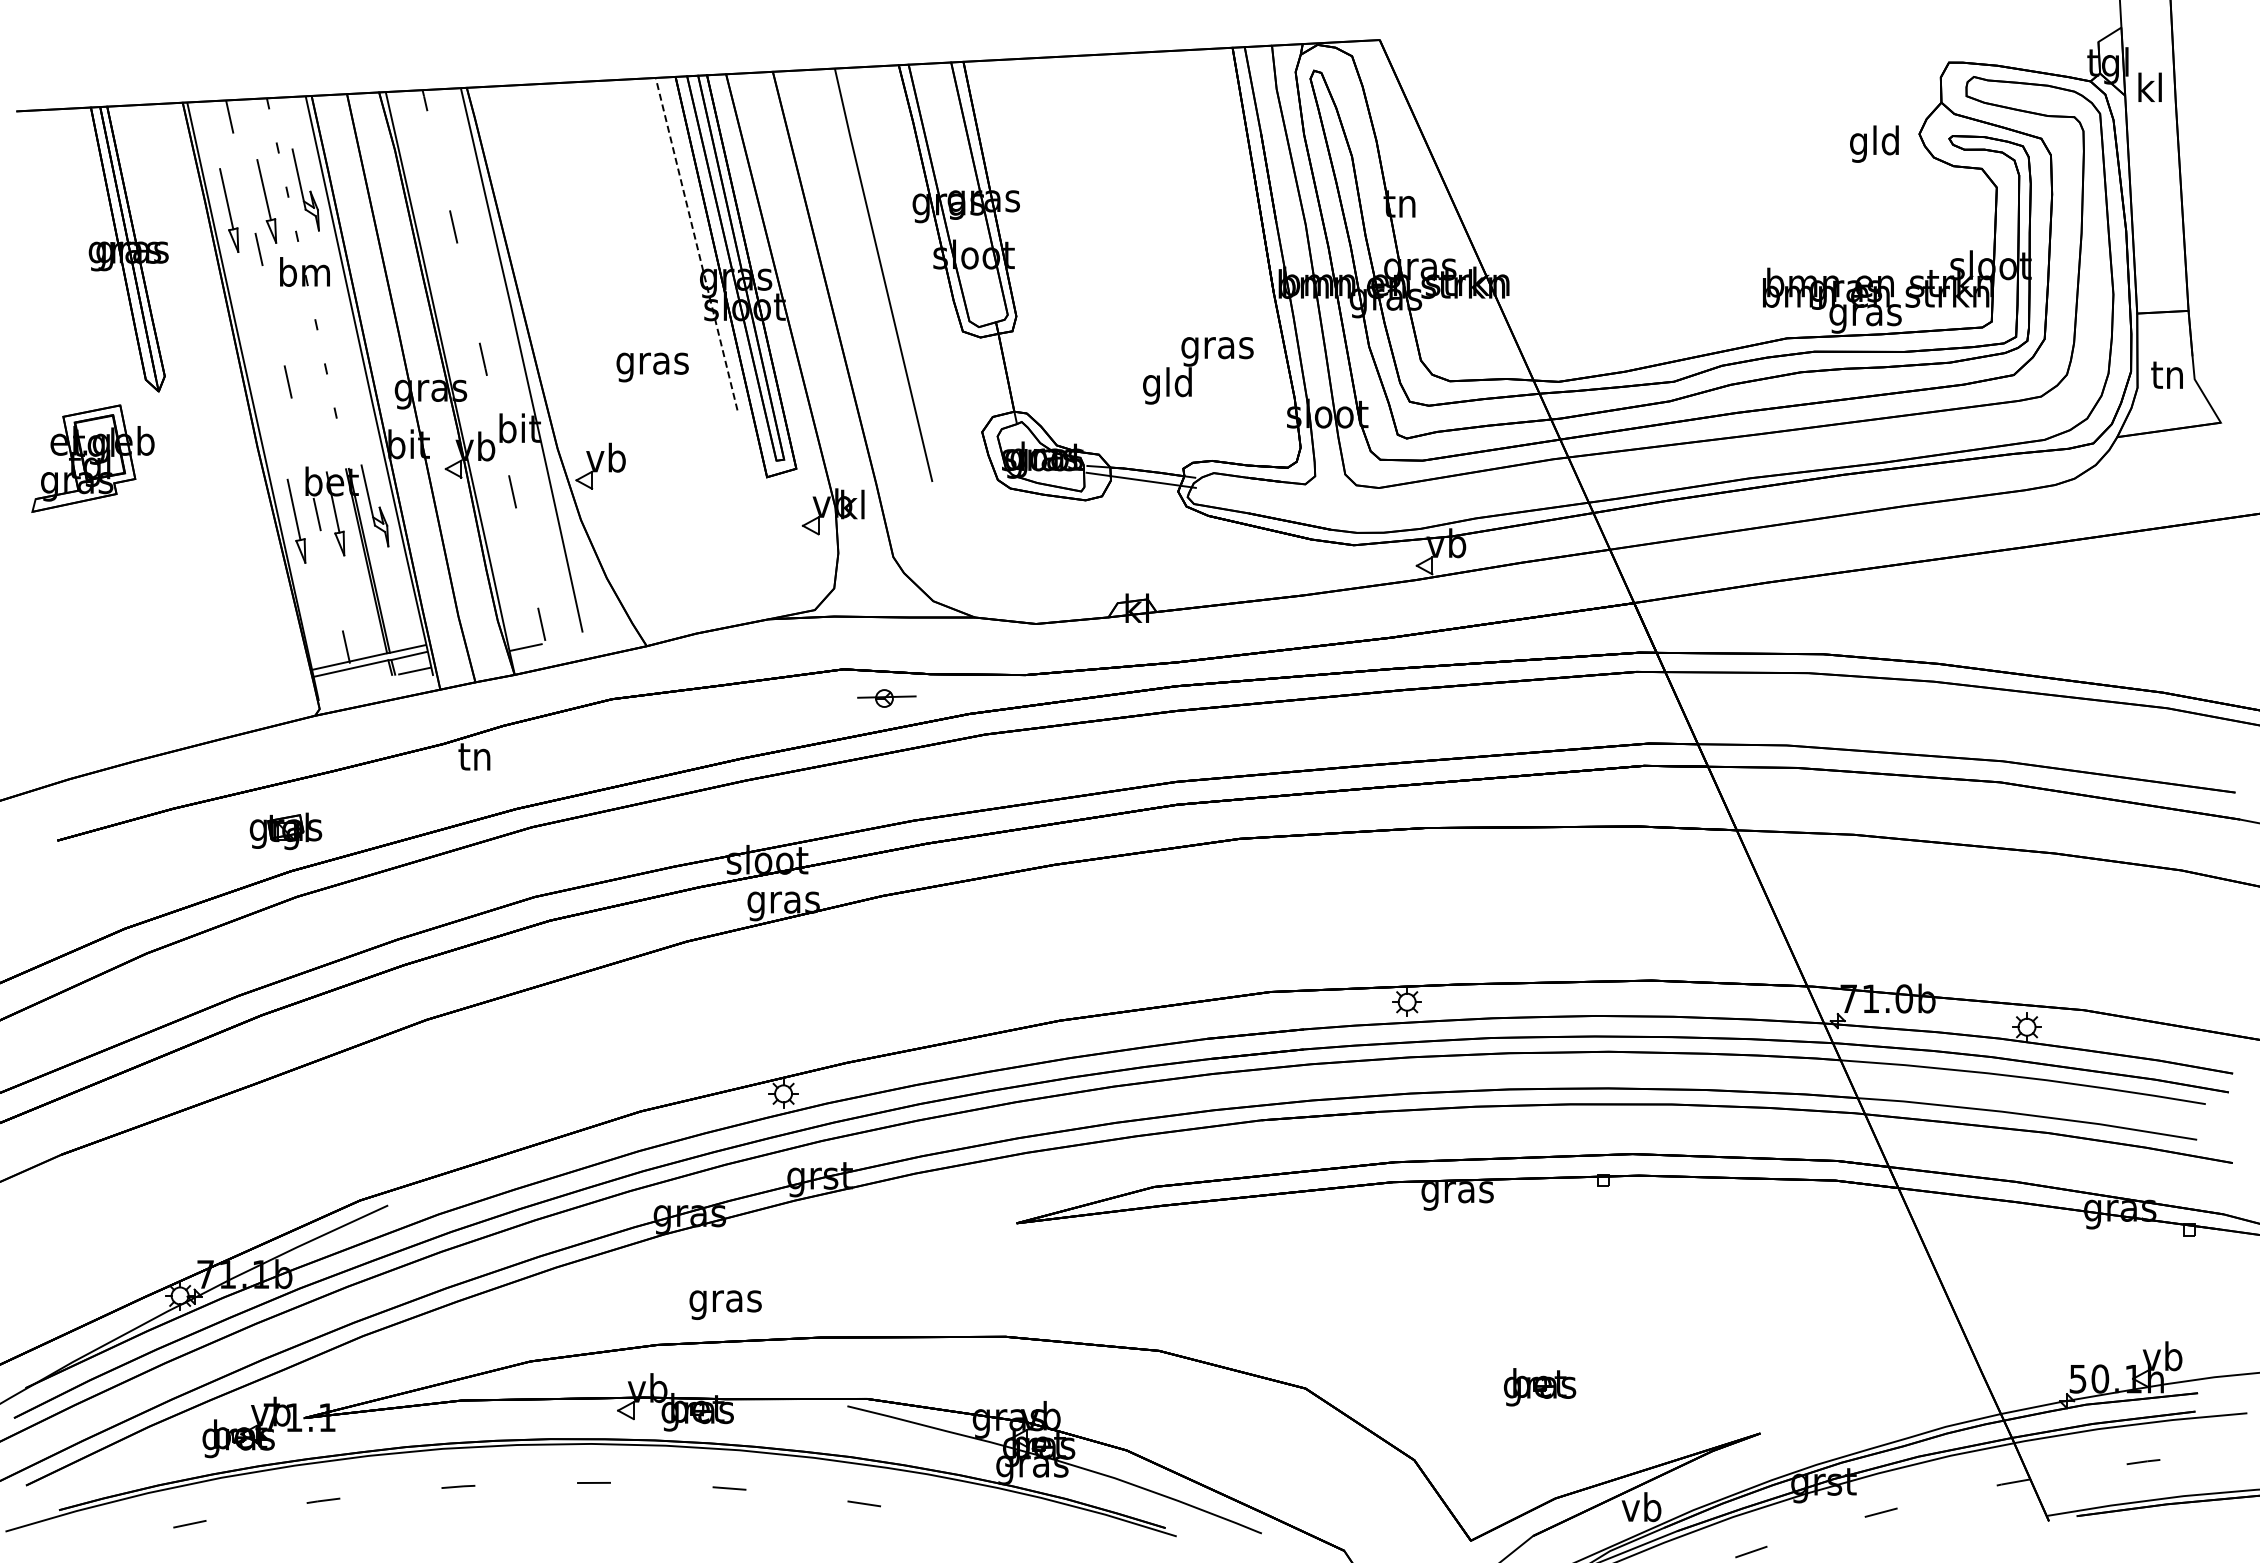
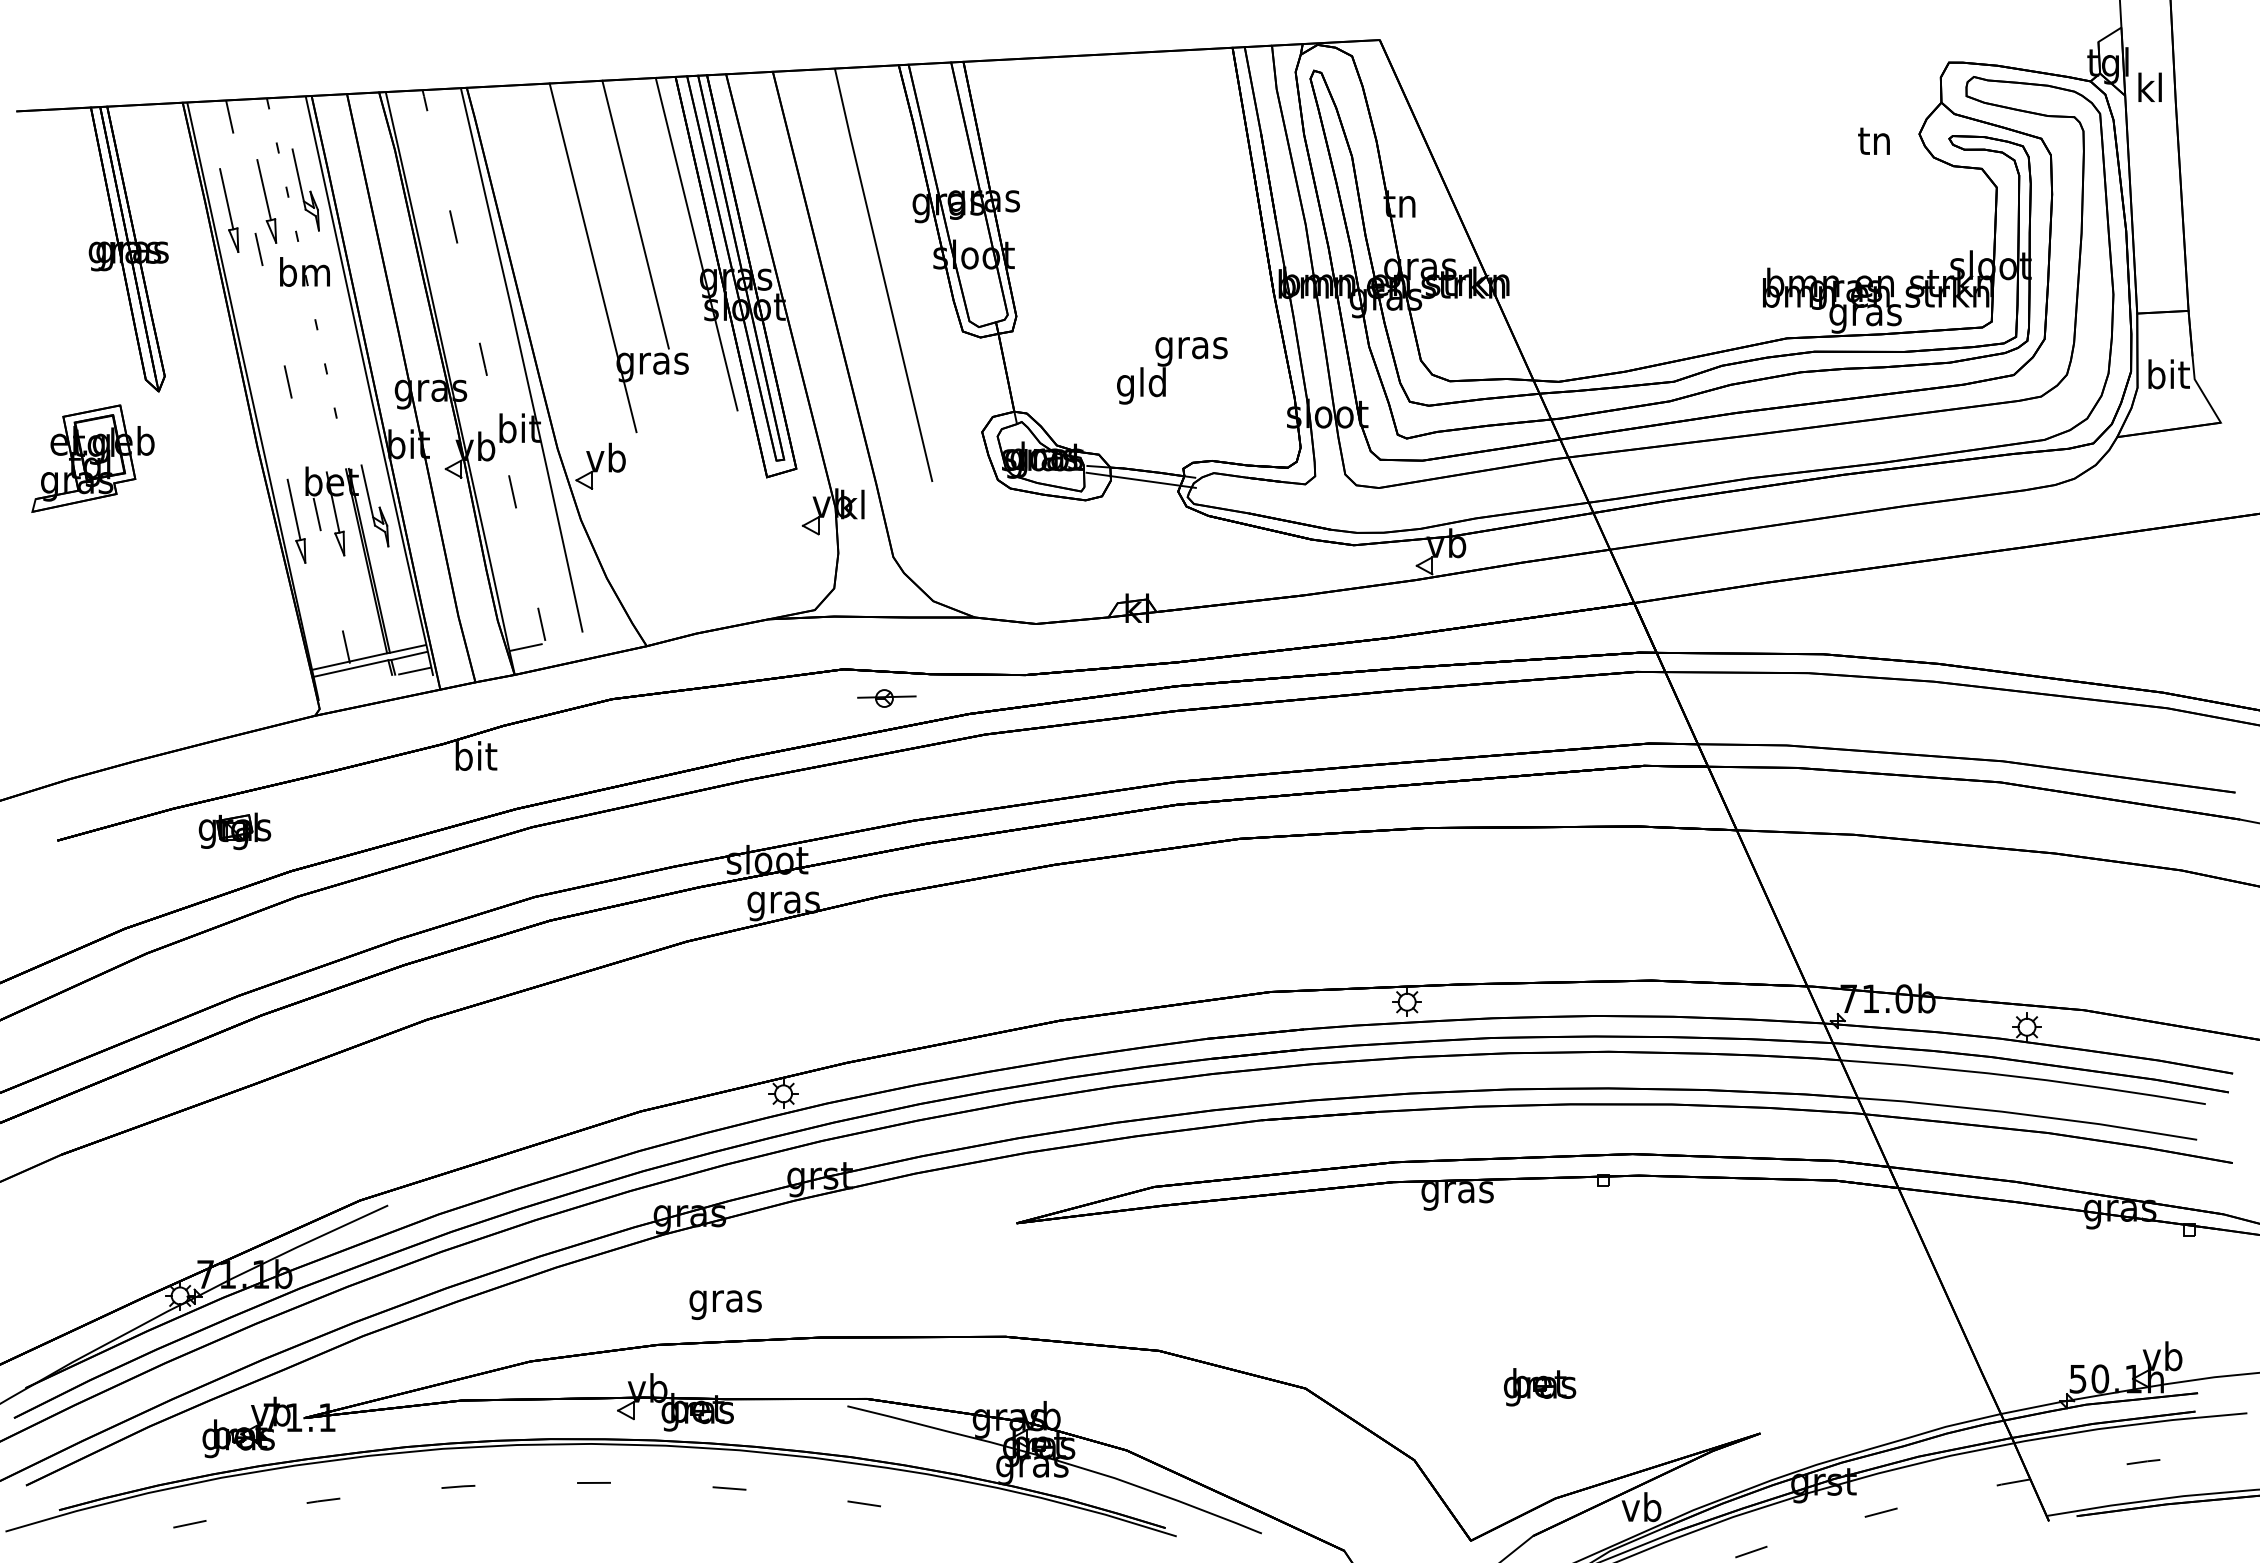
text at (1874, 143): gld -> tn
line at (635, 214): none -> present
line at (696, 243): dashed -> solid
line at (592, 257): none -> present
text at (1198, 370) position: (1198, 370) -> (1172, 370)
text at (2168, 374): tn -> bit
text at (476, 755): tn -> bit
part at (285, 831) position: (285, 831) -> (234, 831)
